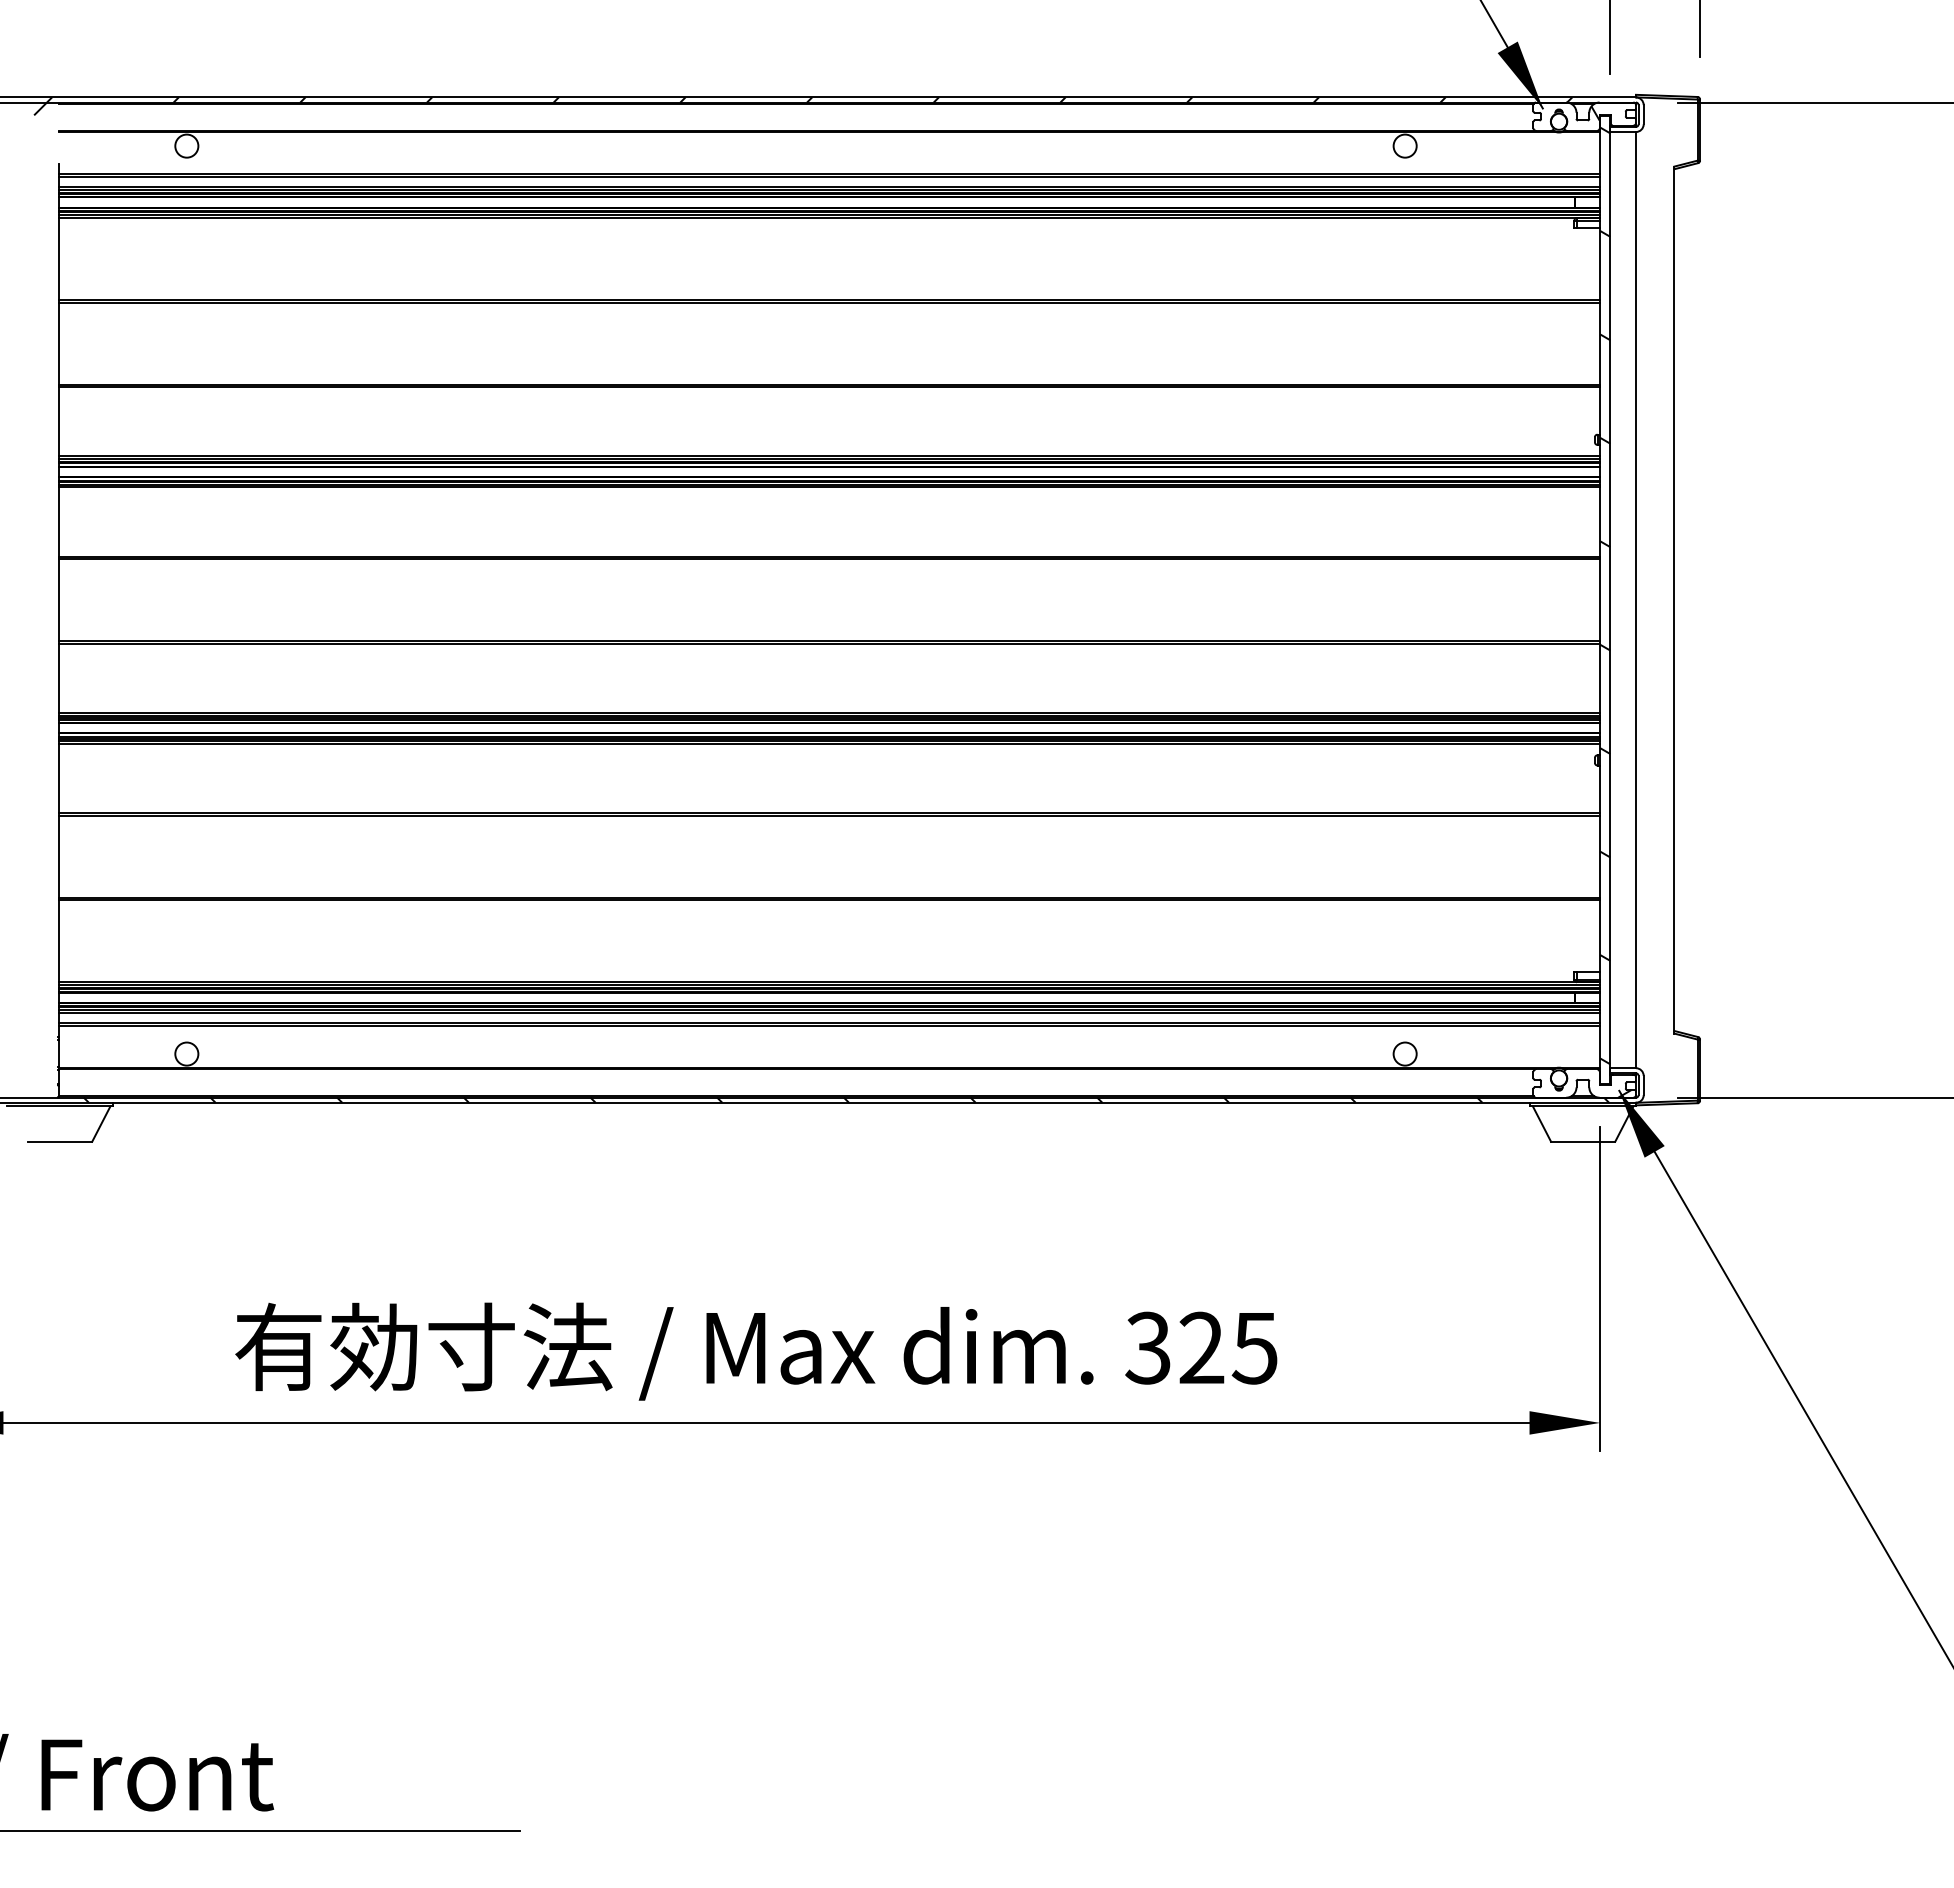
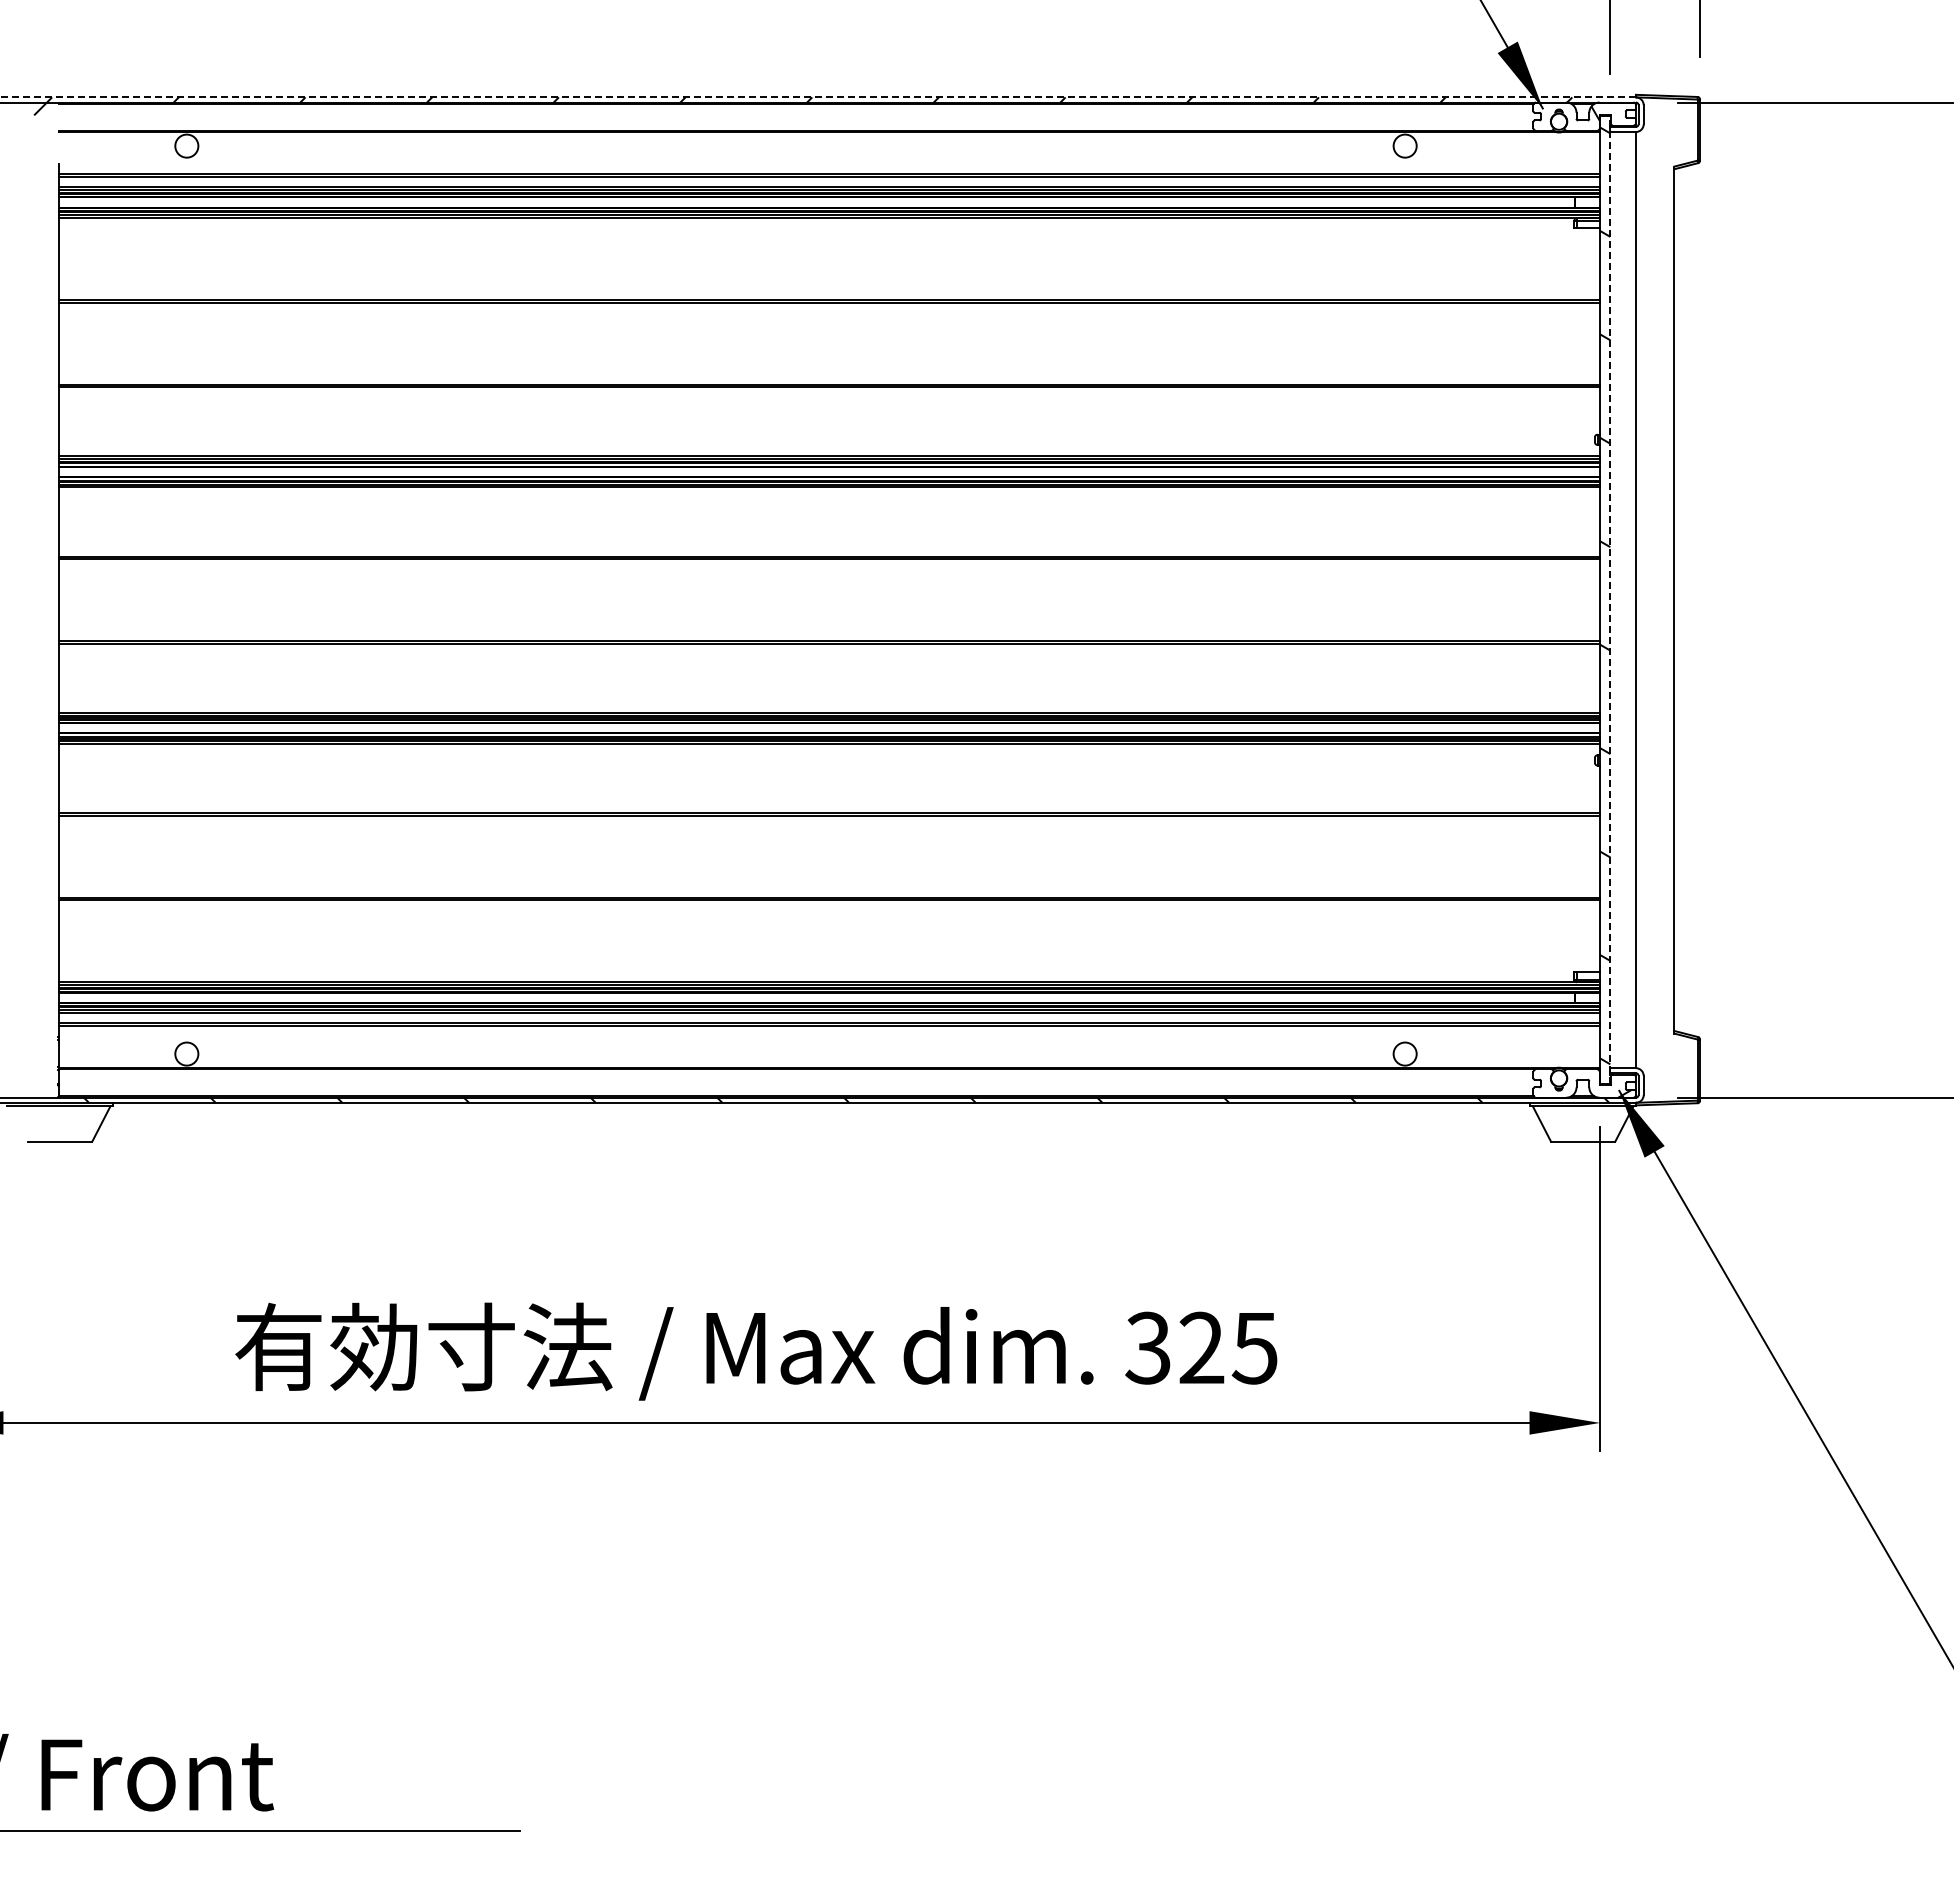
line at (818, 97): solid -> dashed
line at (1610, 599): solid -> dashed
